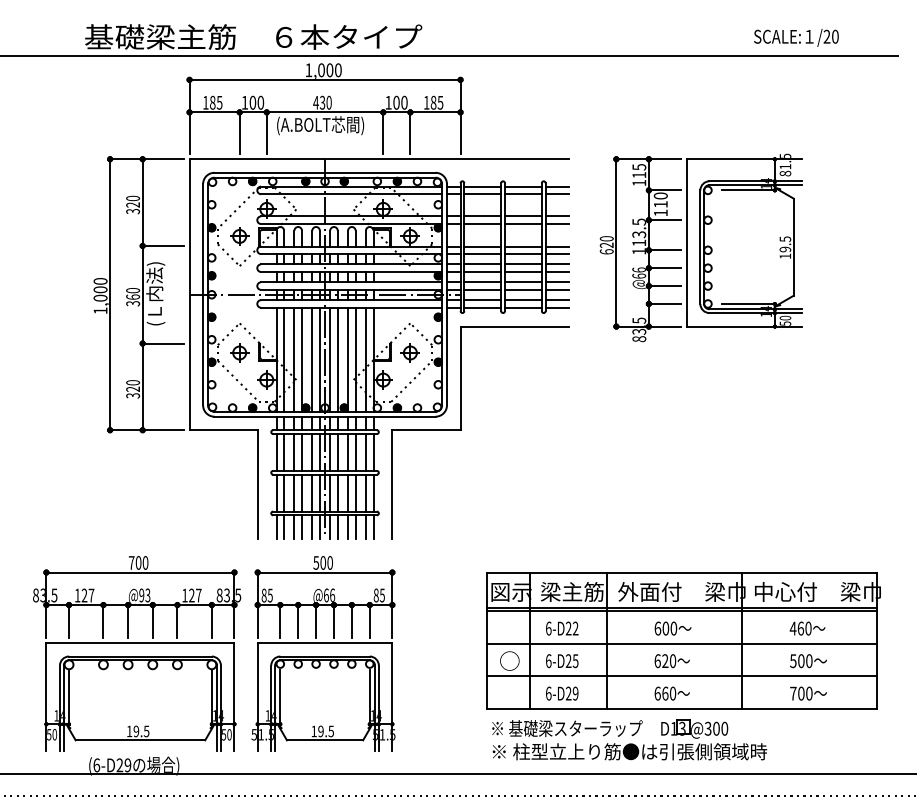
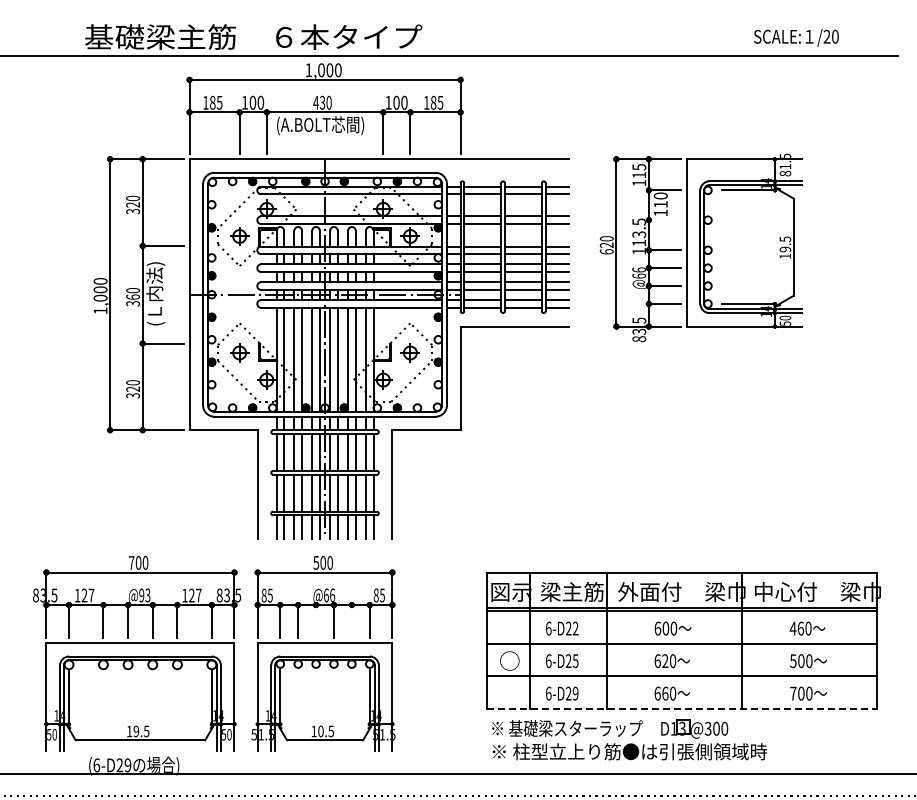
line at (664, 220): present -> none
line at (316, 621): present -> none
line at (351, 621): present -> none
line at (682, 708): solid -> dashed
text at (320, 731): 19.5 -> 10.5
